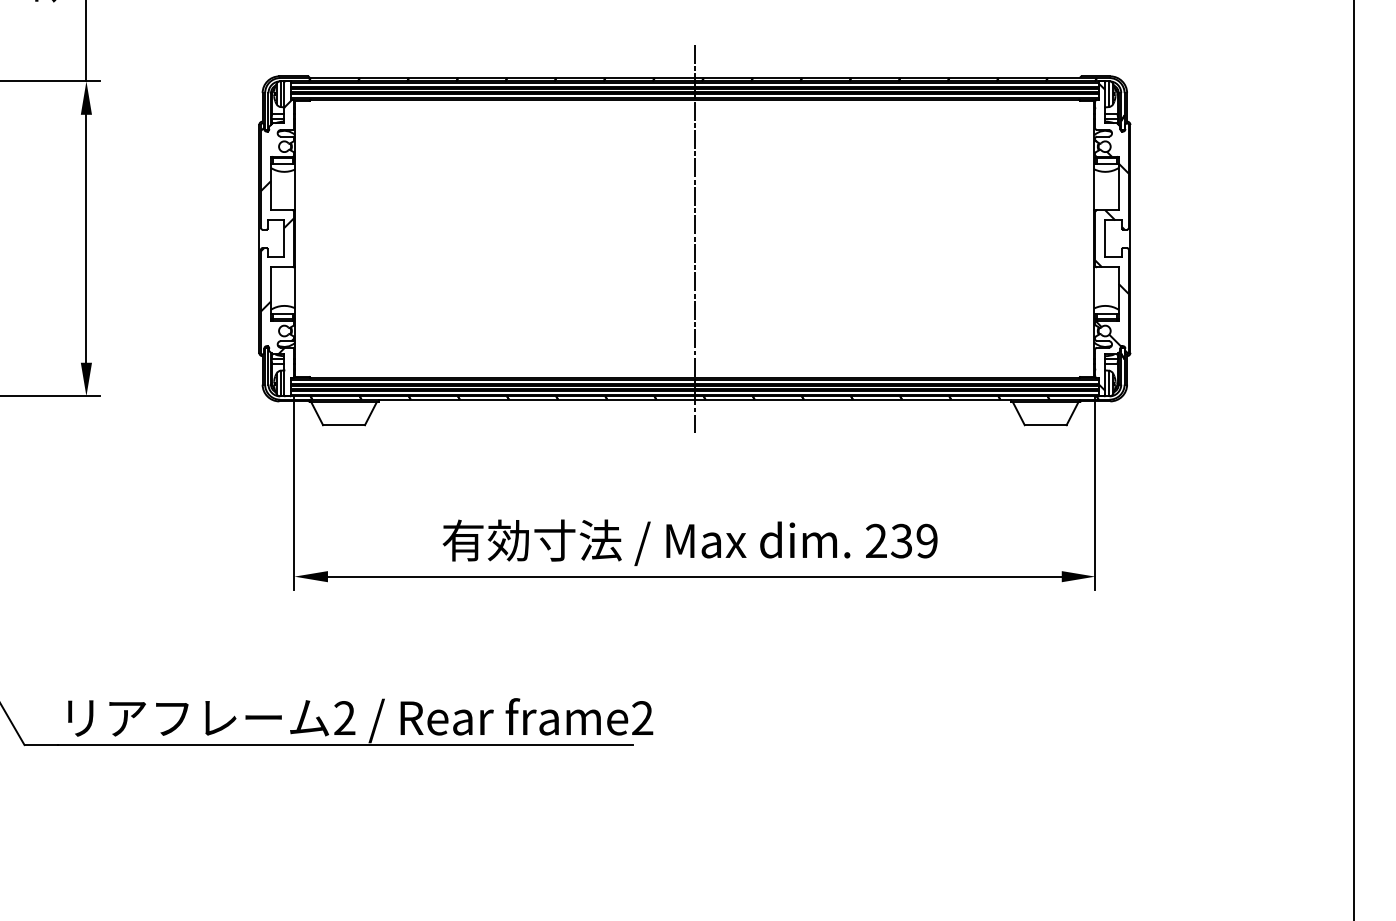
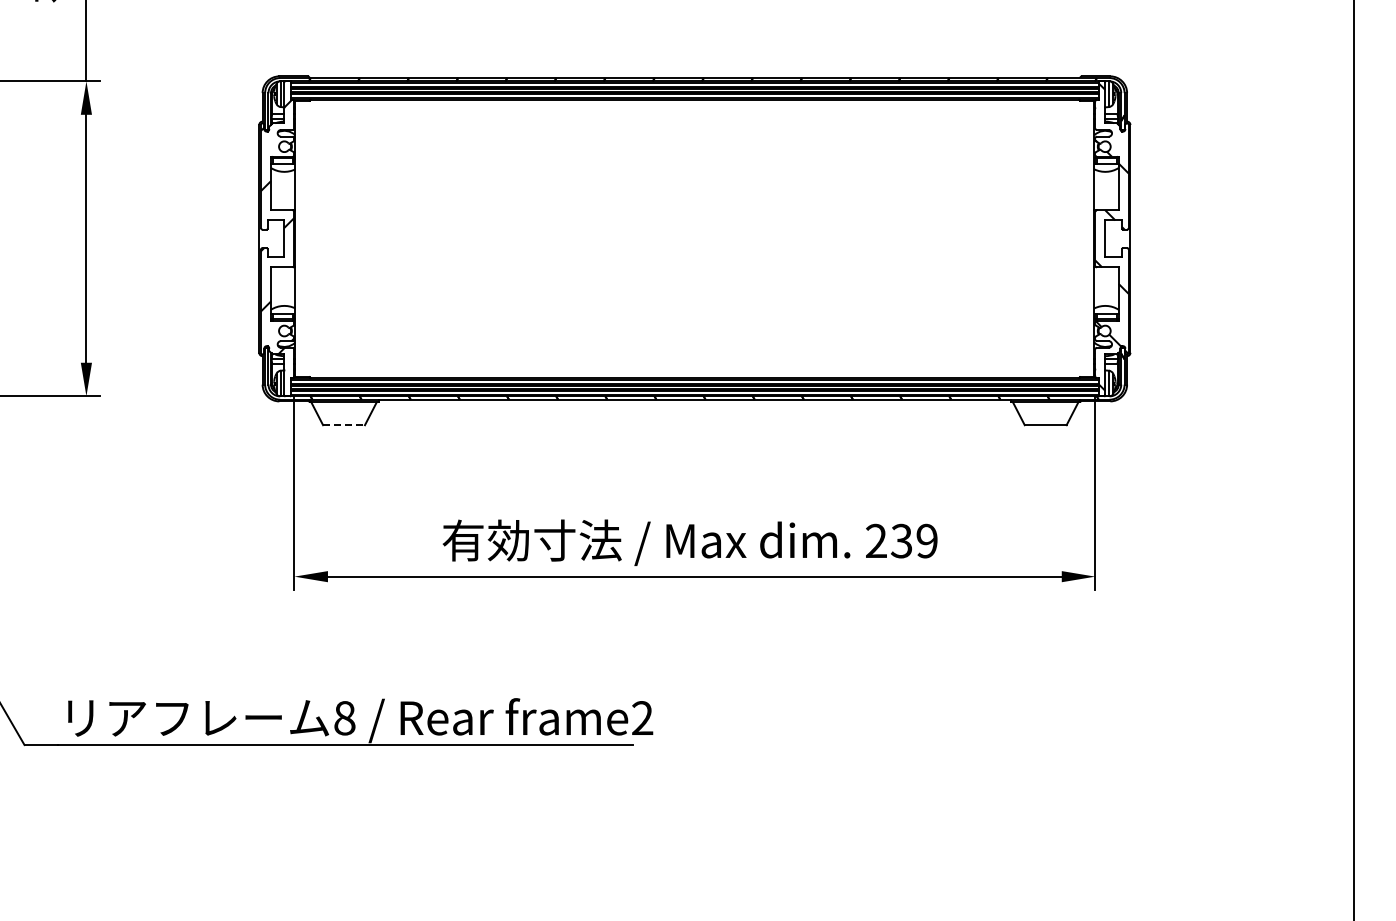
line at (694, 238): present -> none
line at (344, 425): solid -> dashed
text at (344, 718): 2 -> 8
